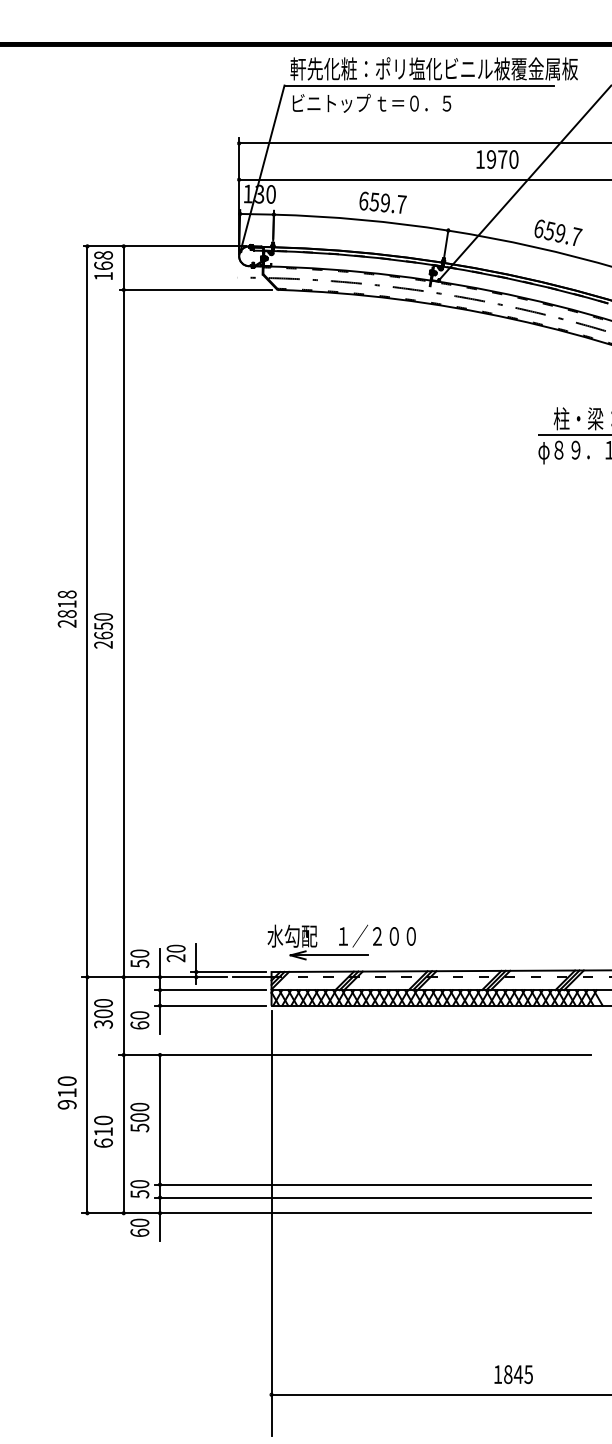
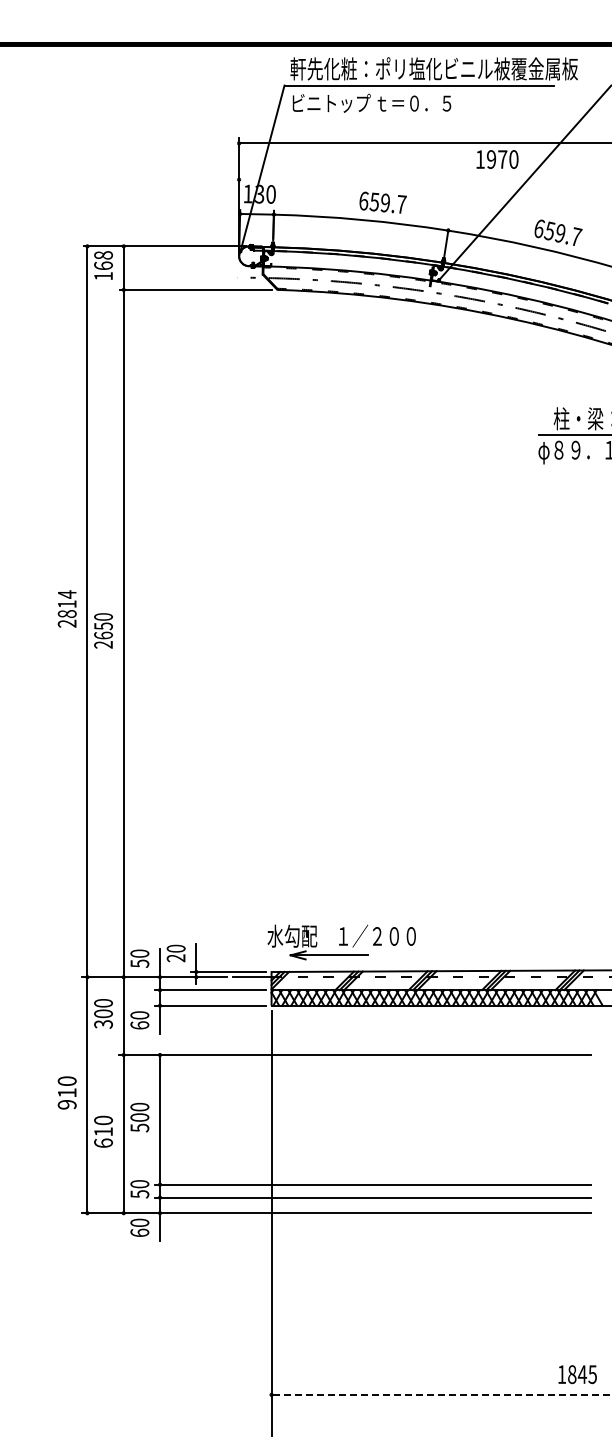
line at (423, 179): present -> none
text at (66, 594): 2818 -> 2814
text at (513, 1374) position: (513, 1374) -> (577, 1374)
line at (441, 1394): solid -> dashed
